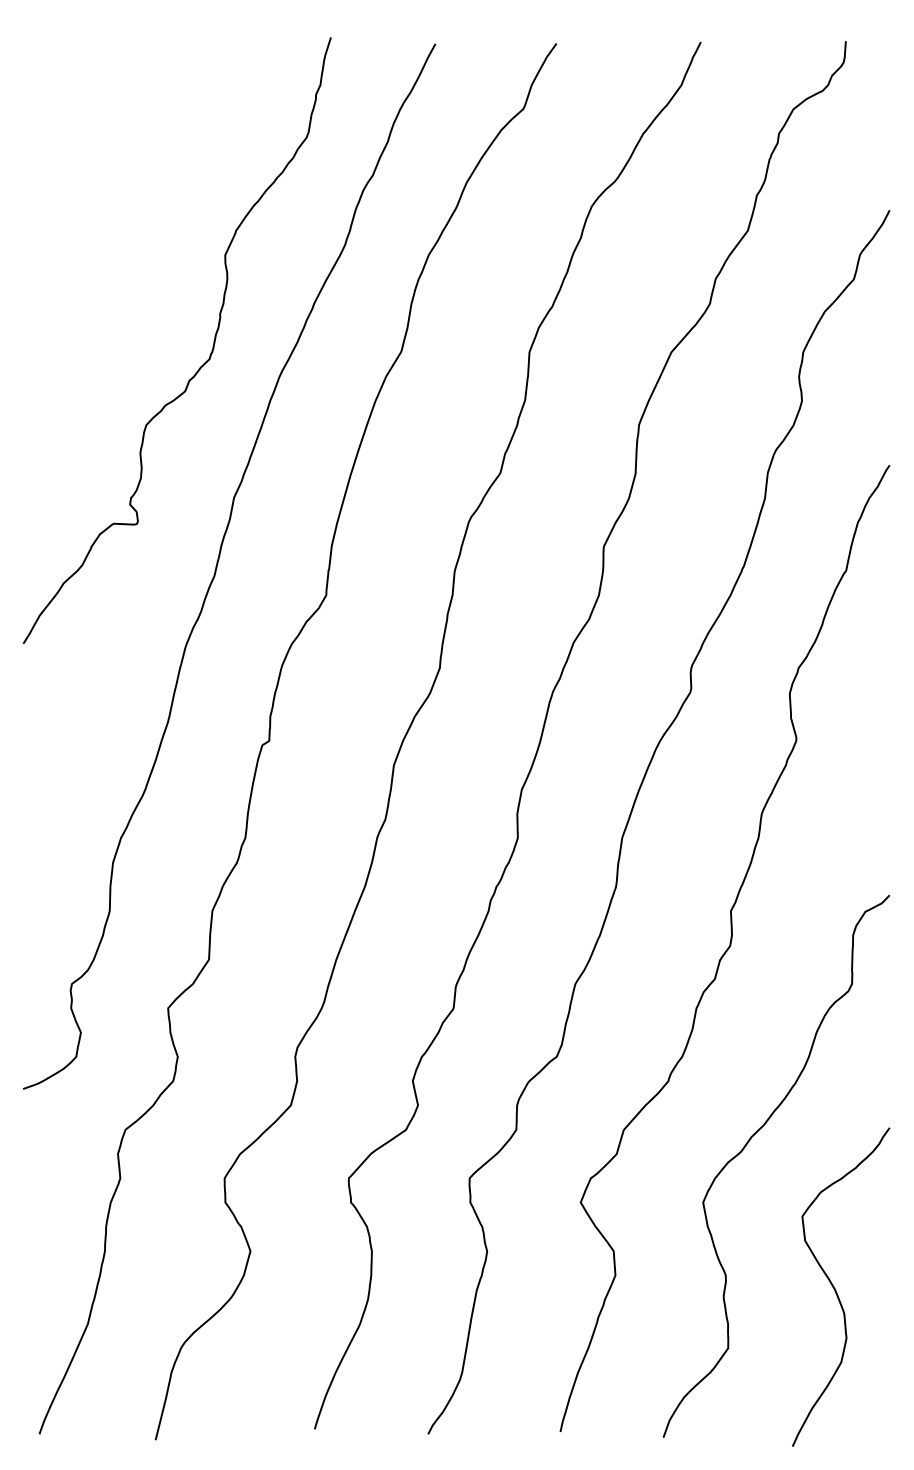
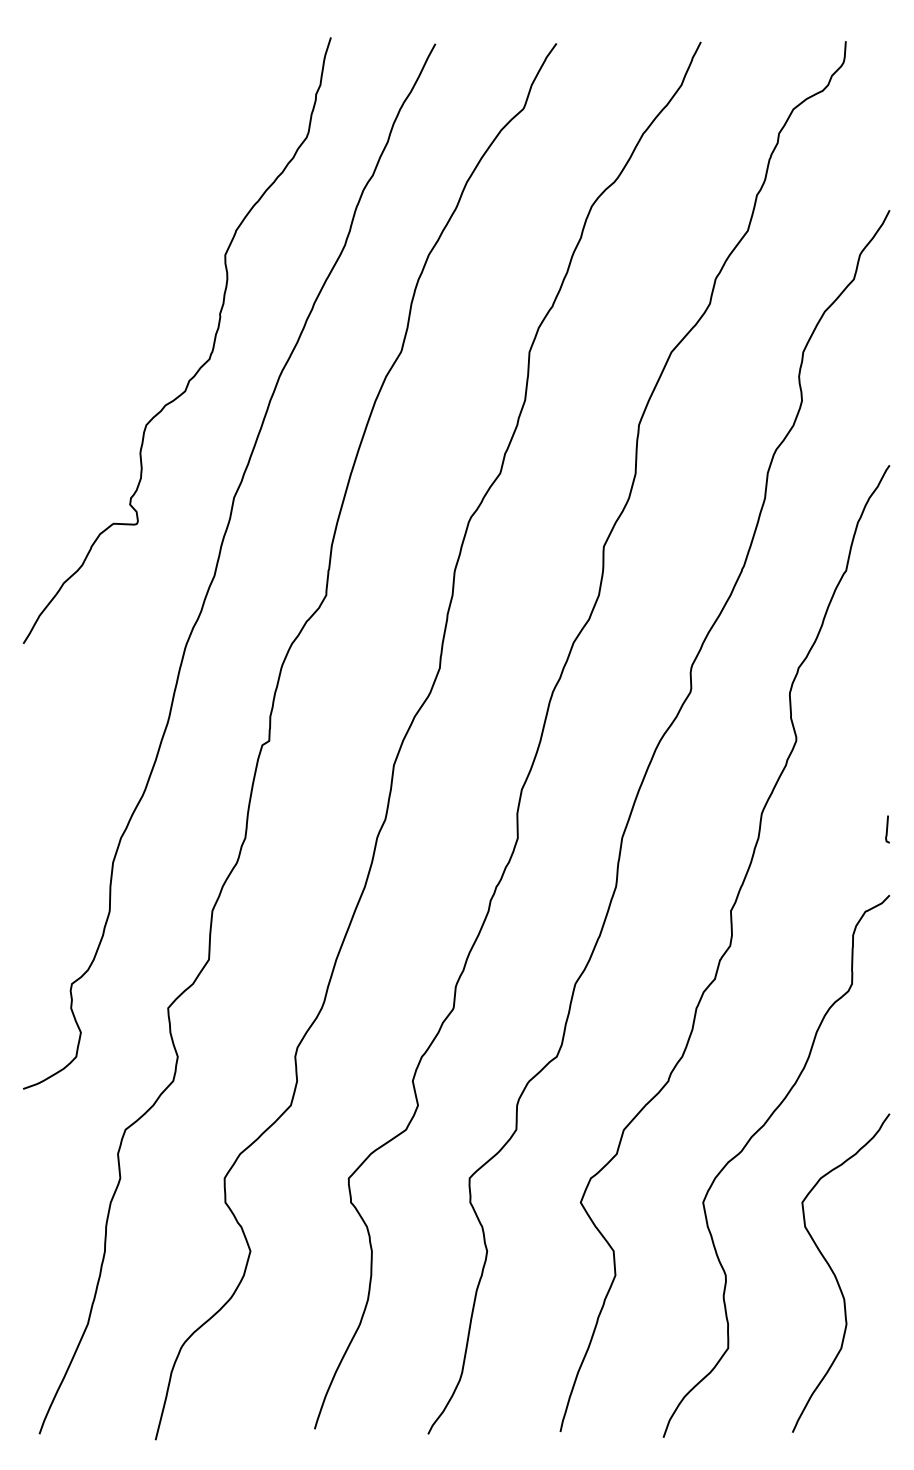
line at (887, 829): none -> present
curve at (835, 1288) position: (835, 1288) -> (835, 1274)
